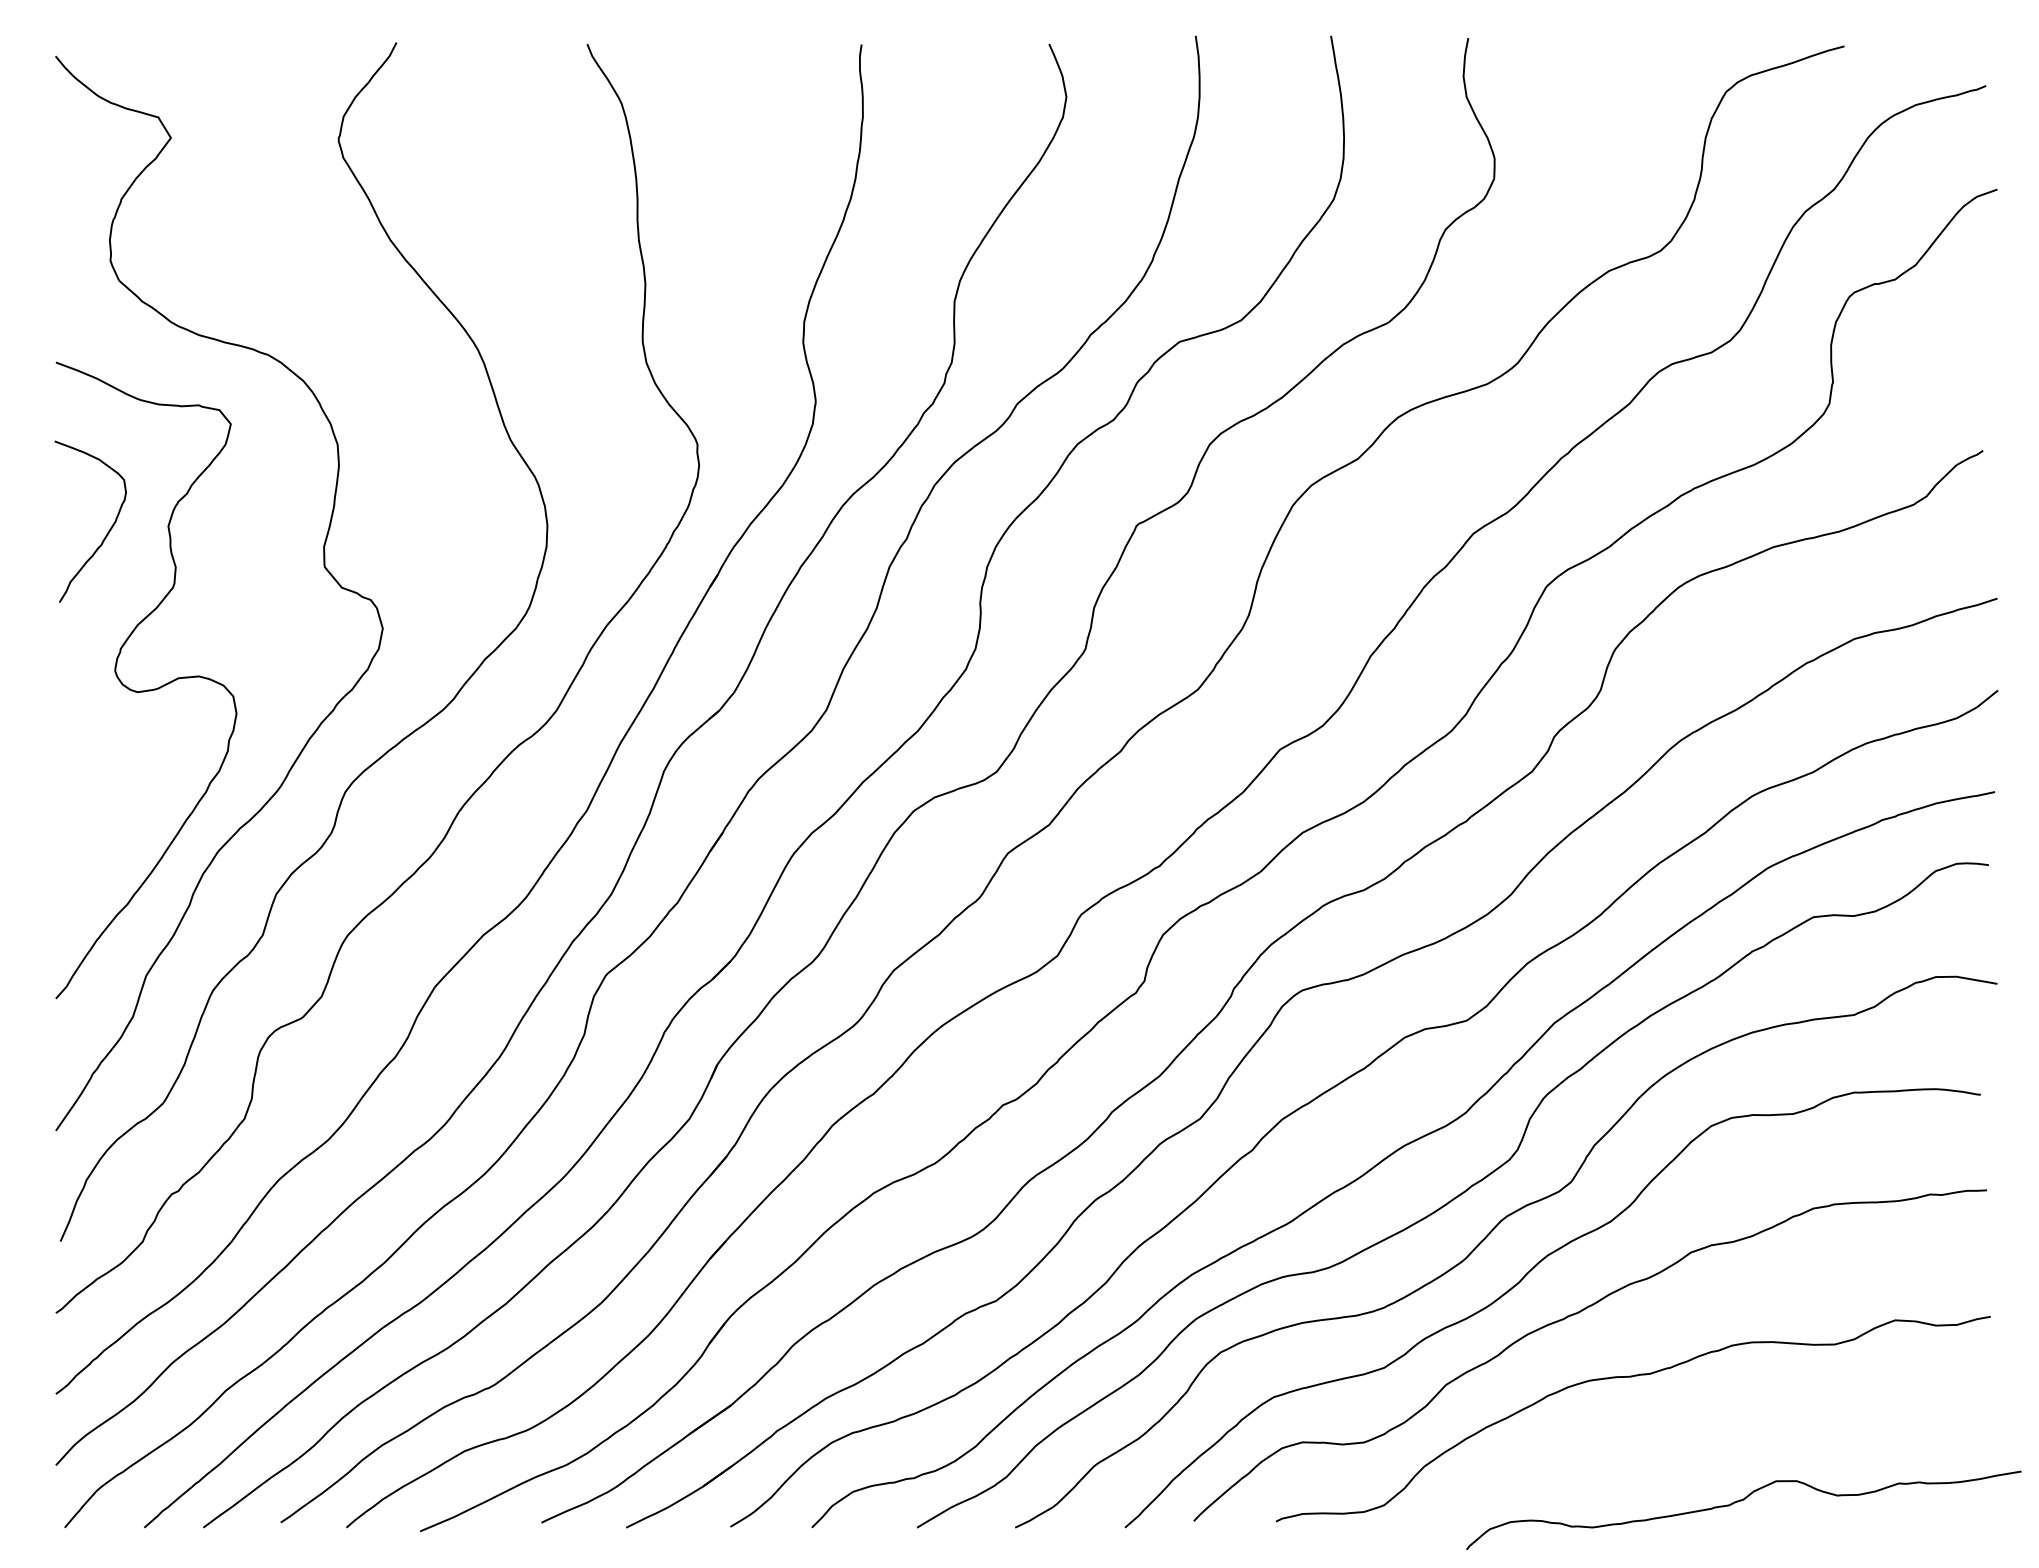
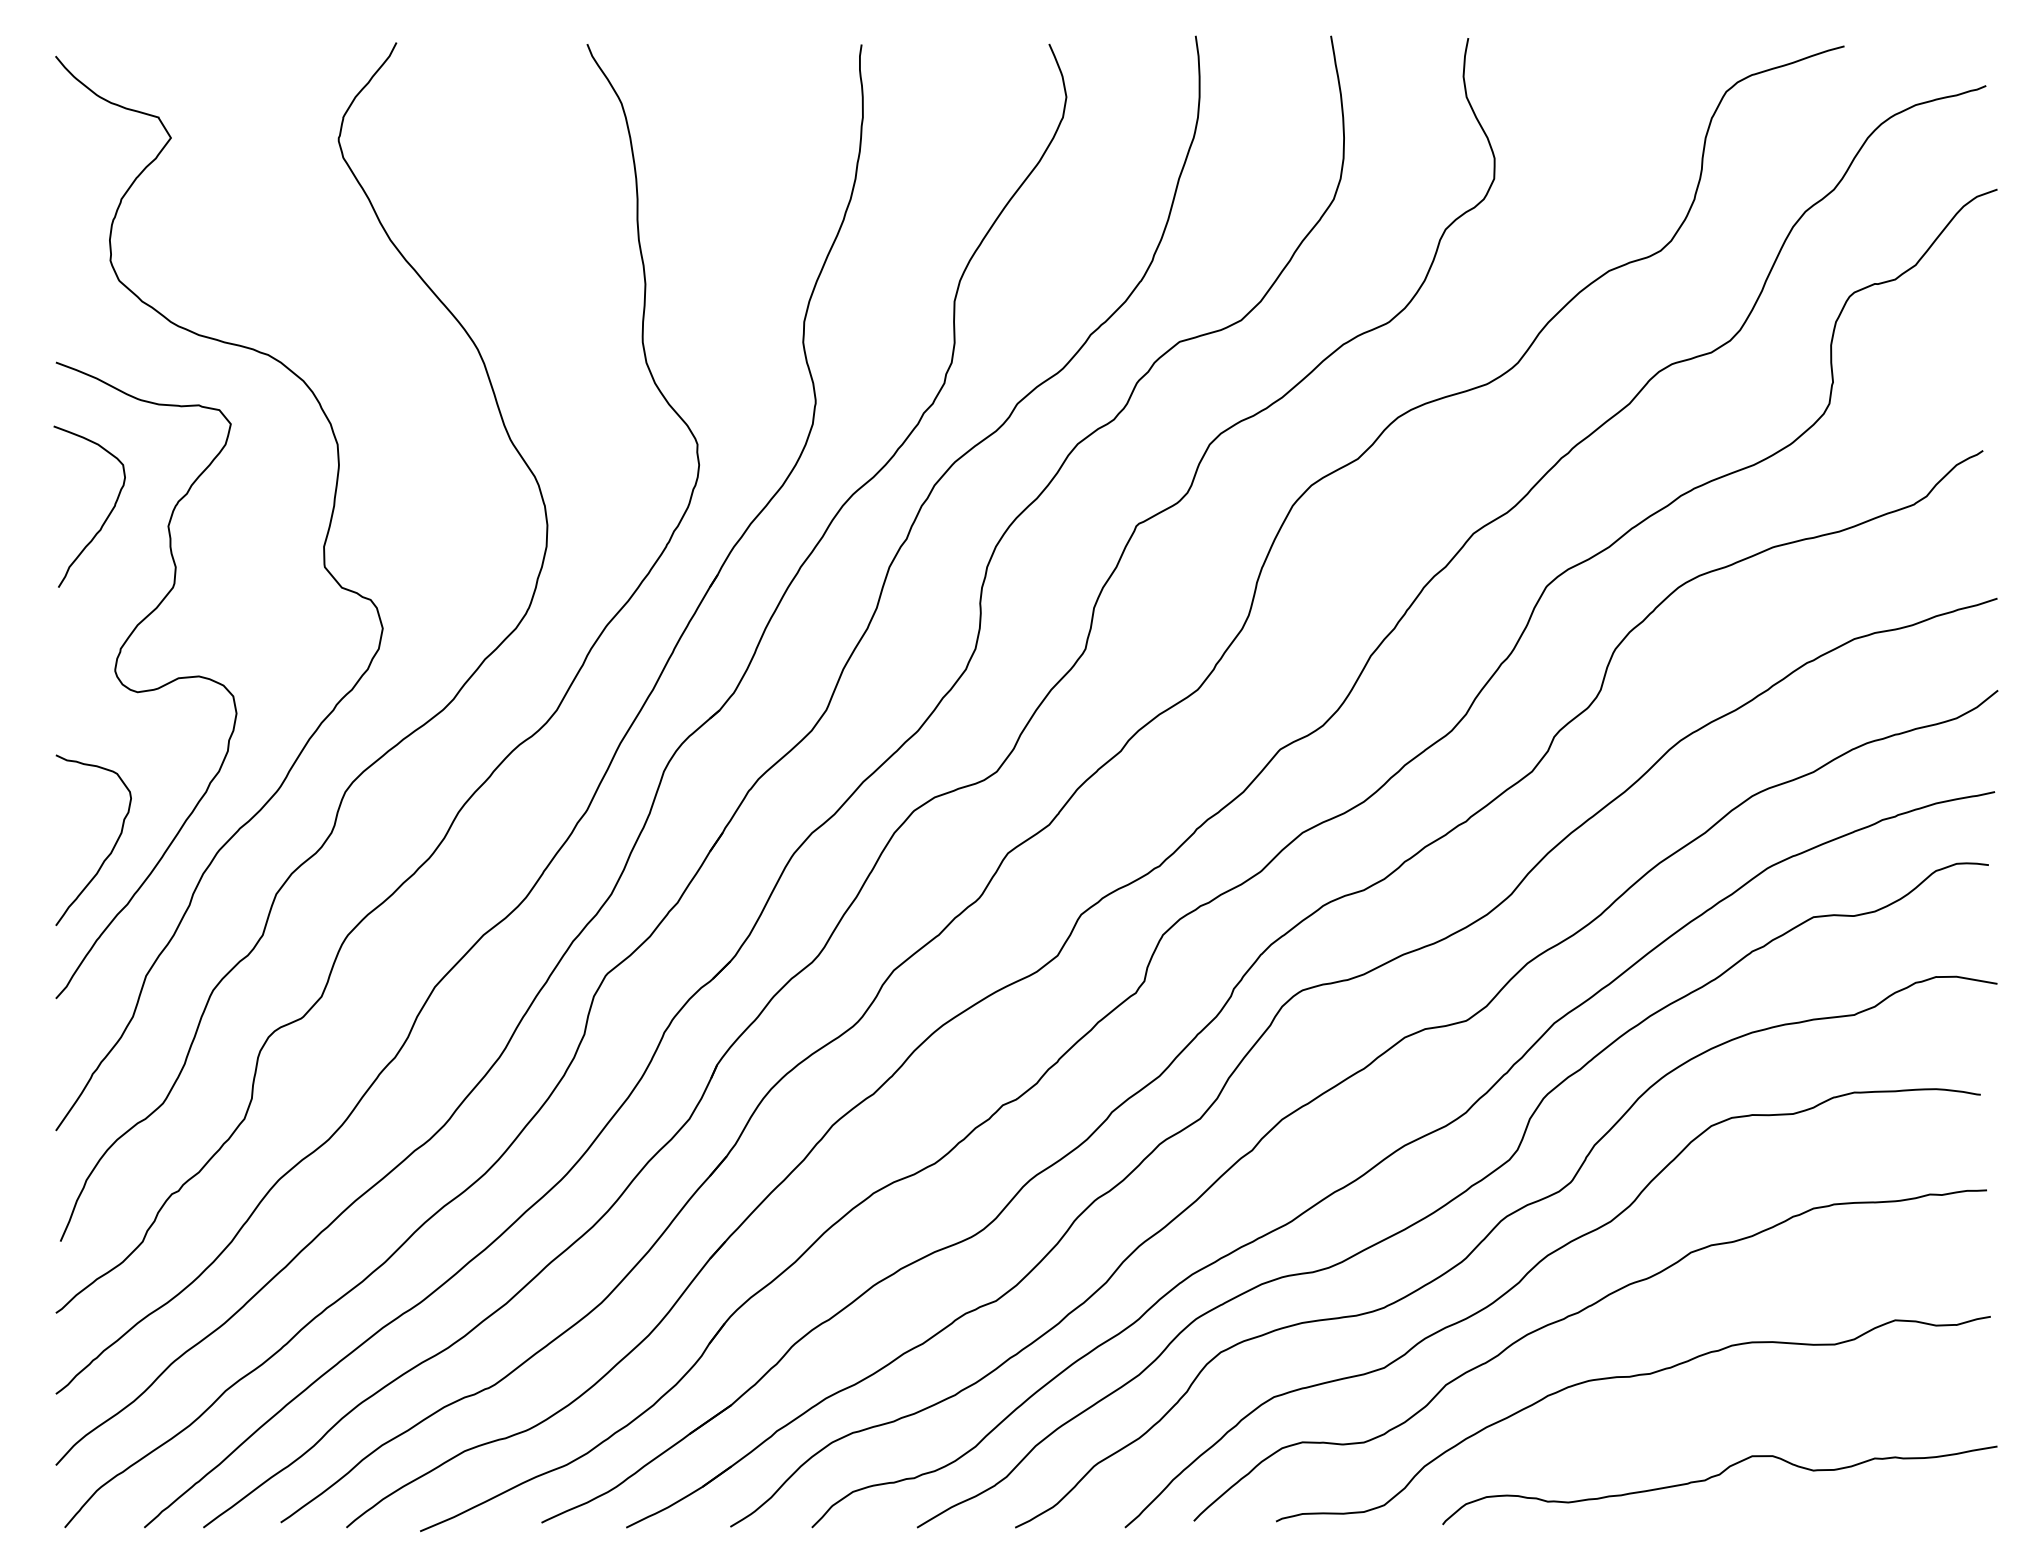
curve at (108, 530) position: (108, 530) -> (107, 515)
curve at (111, 849): none -> present
curve at (1741, 1501) position: (1741, 1501) -> (1717, 1476)
